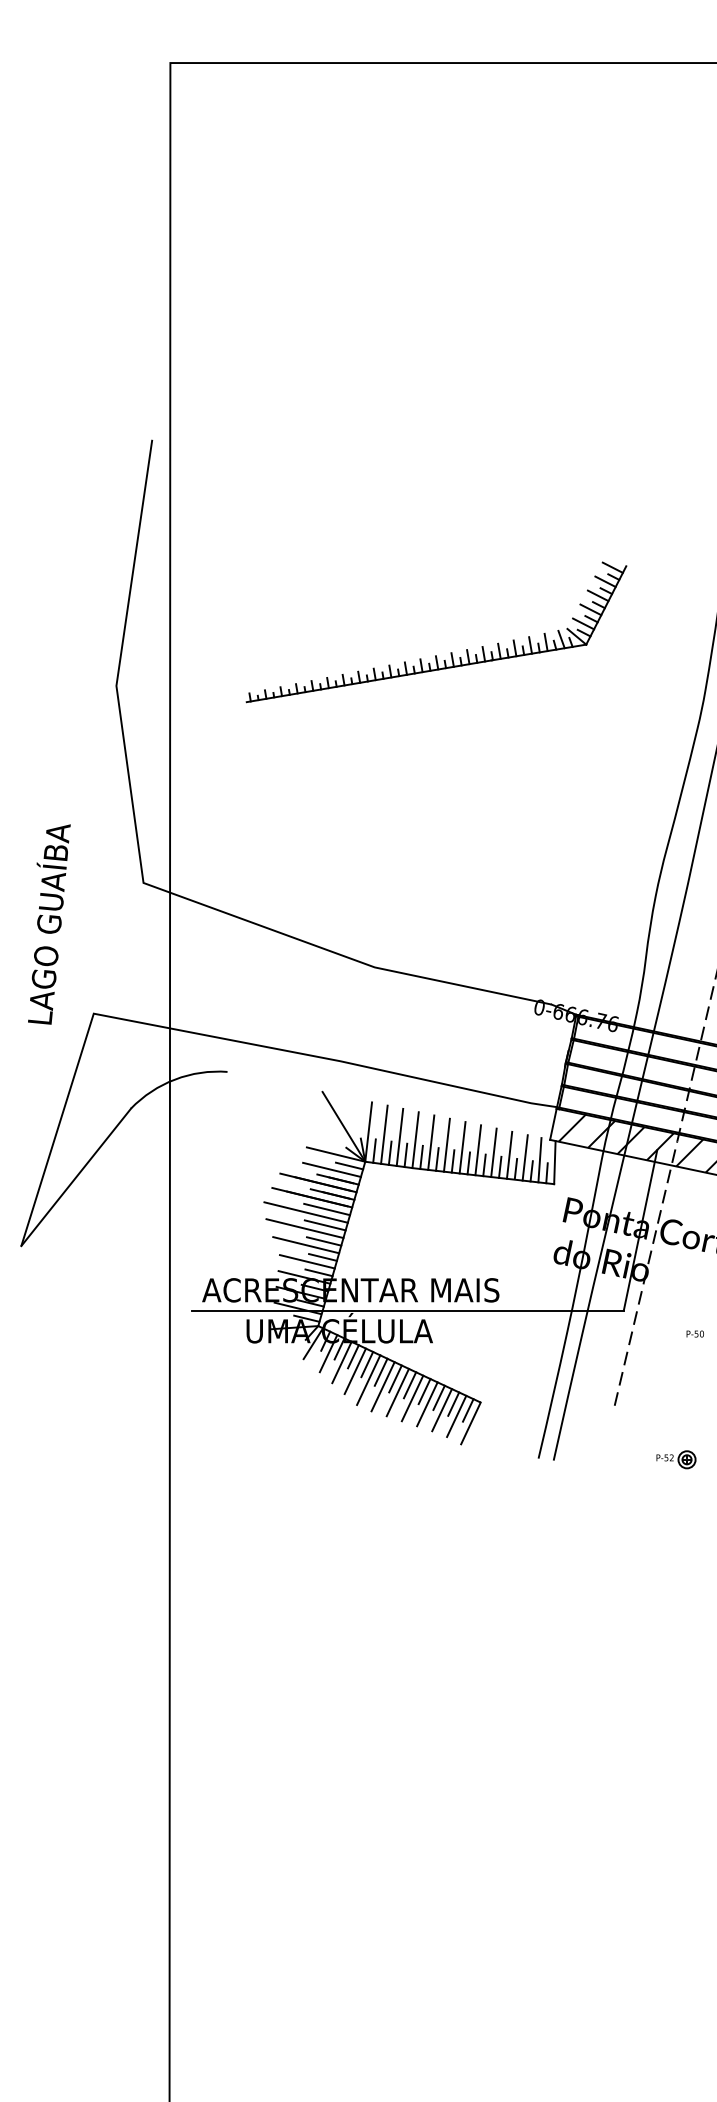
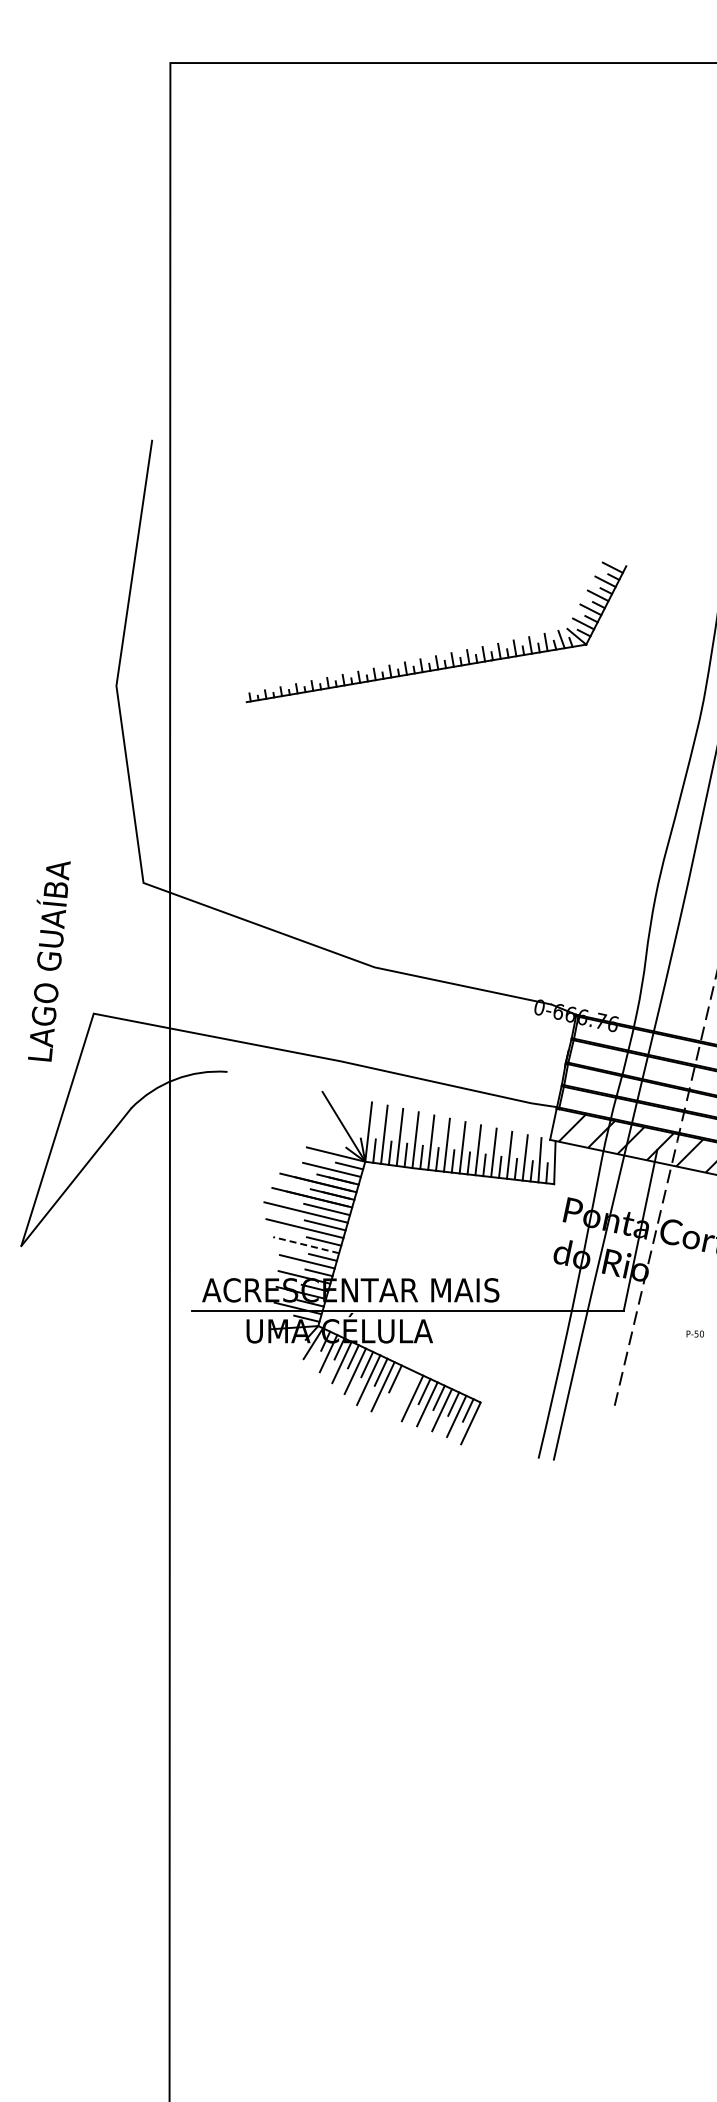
text at (49, 924) position: (49, 924) -> (49, 961)
line at (306, 1245): solid -> dashed
line at (409, 1385): present -> none
line at (397, 1392): present -> none
part at (676, 1459): present -> none
